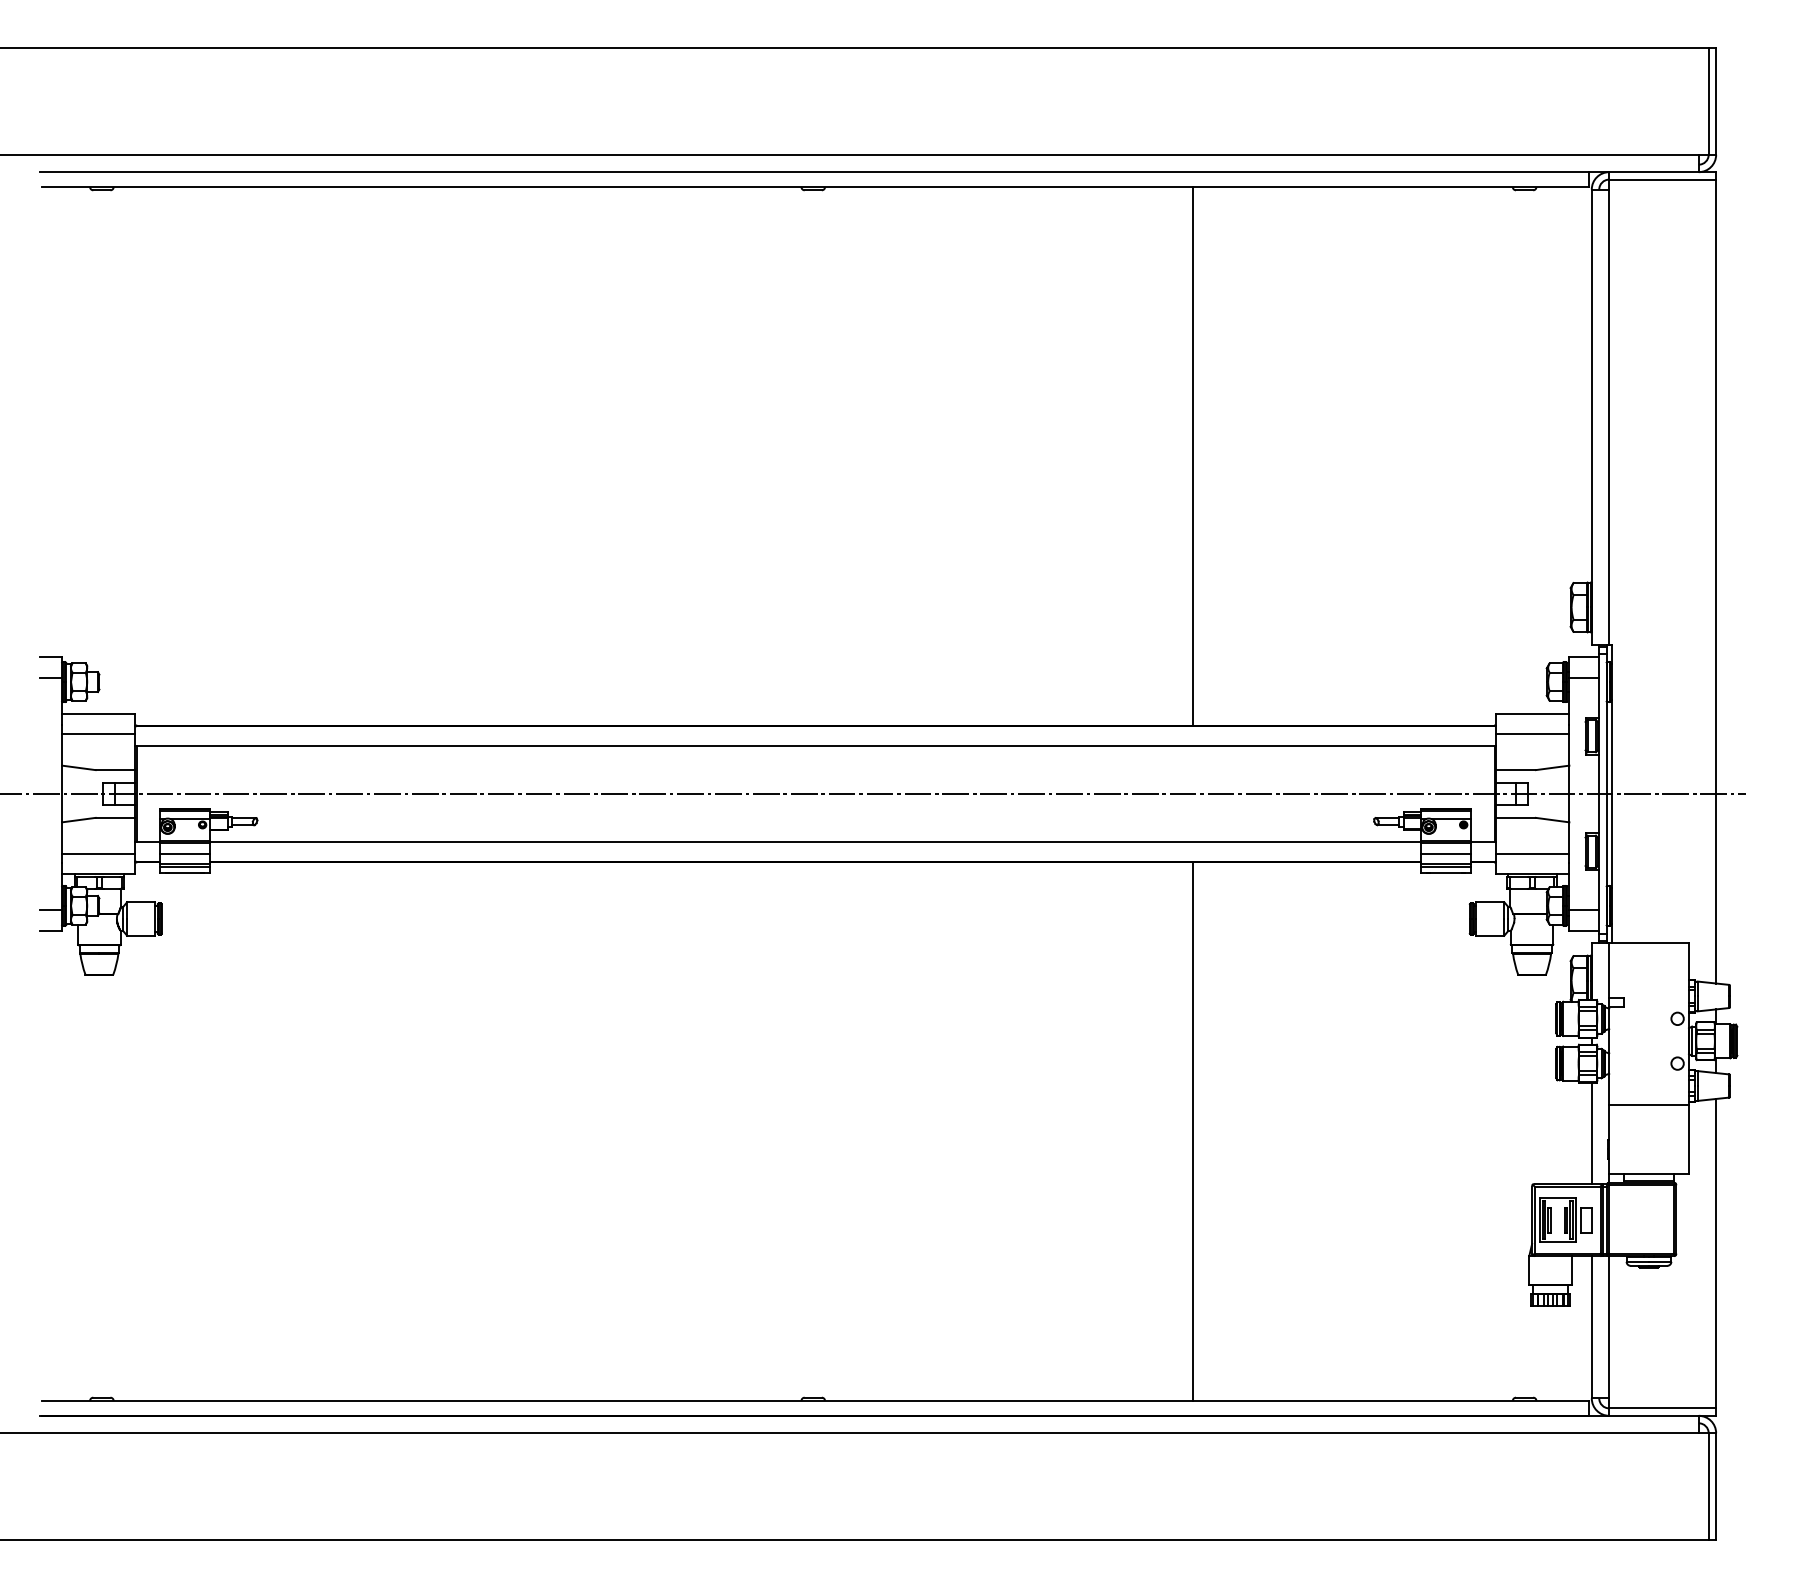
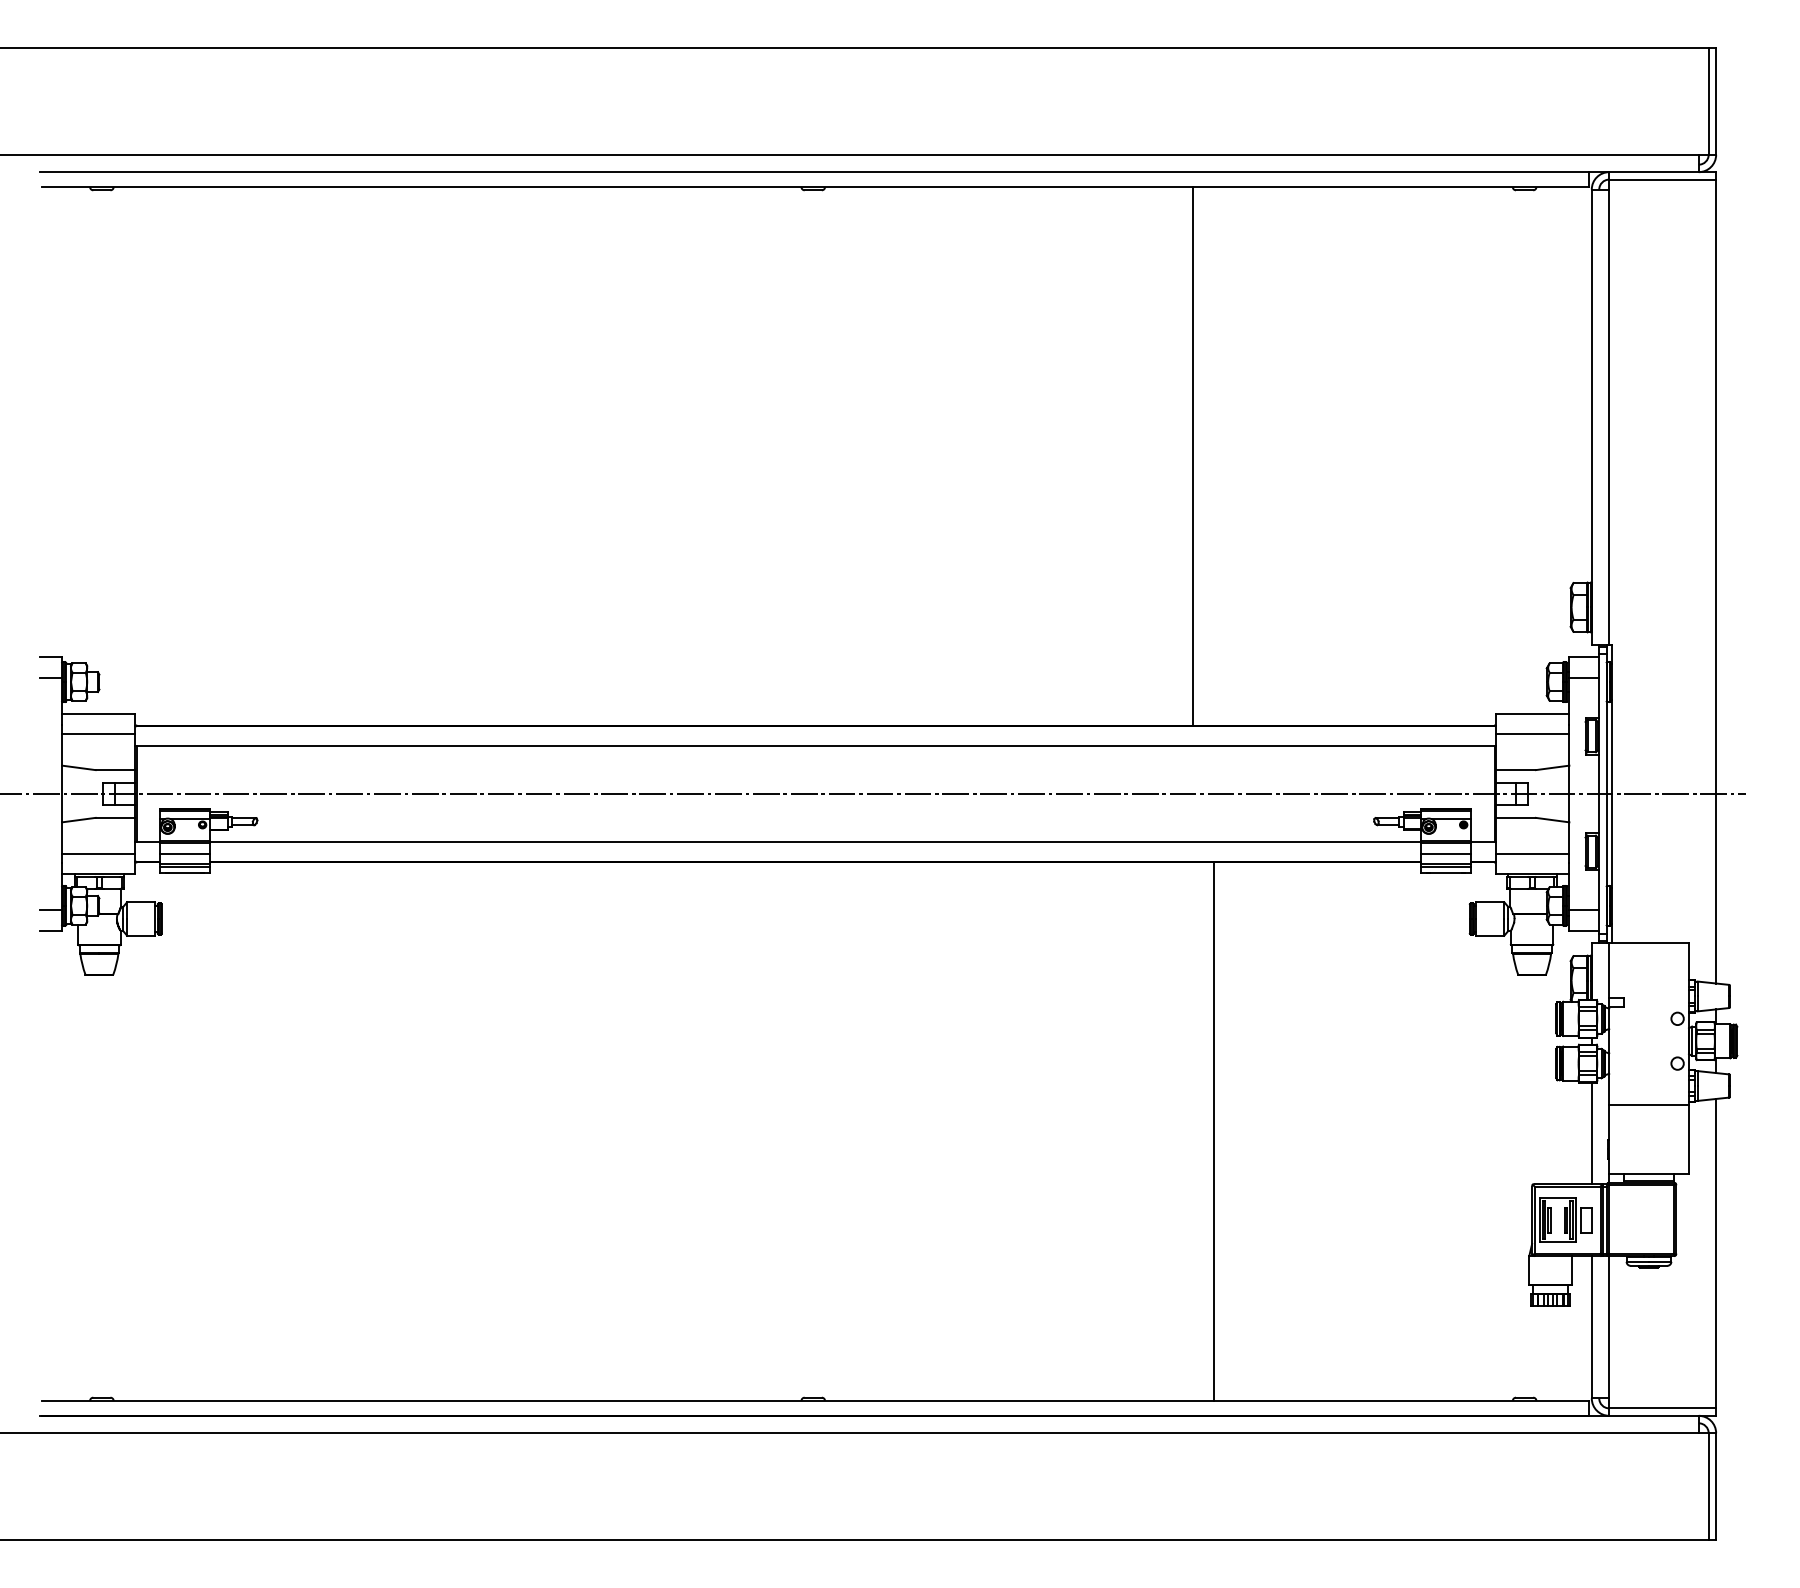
line at (1192, 1131) position: (1192, 1131) -> (1213, 1131)
